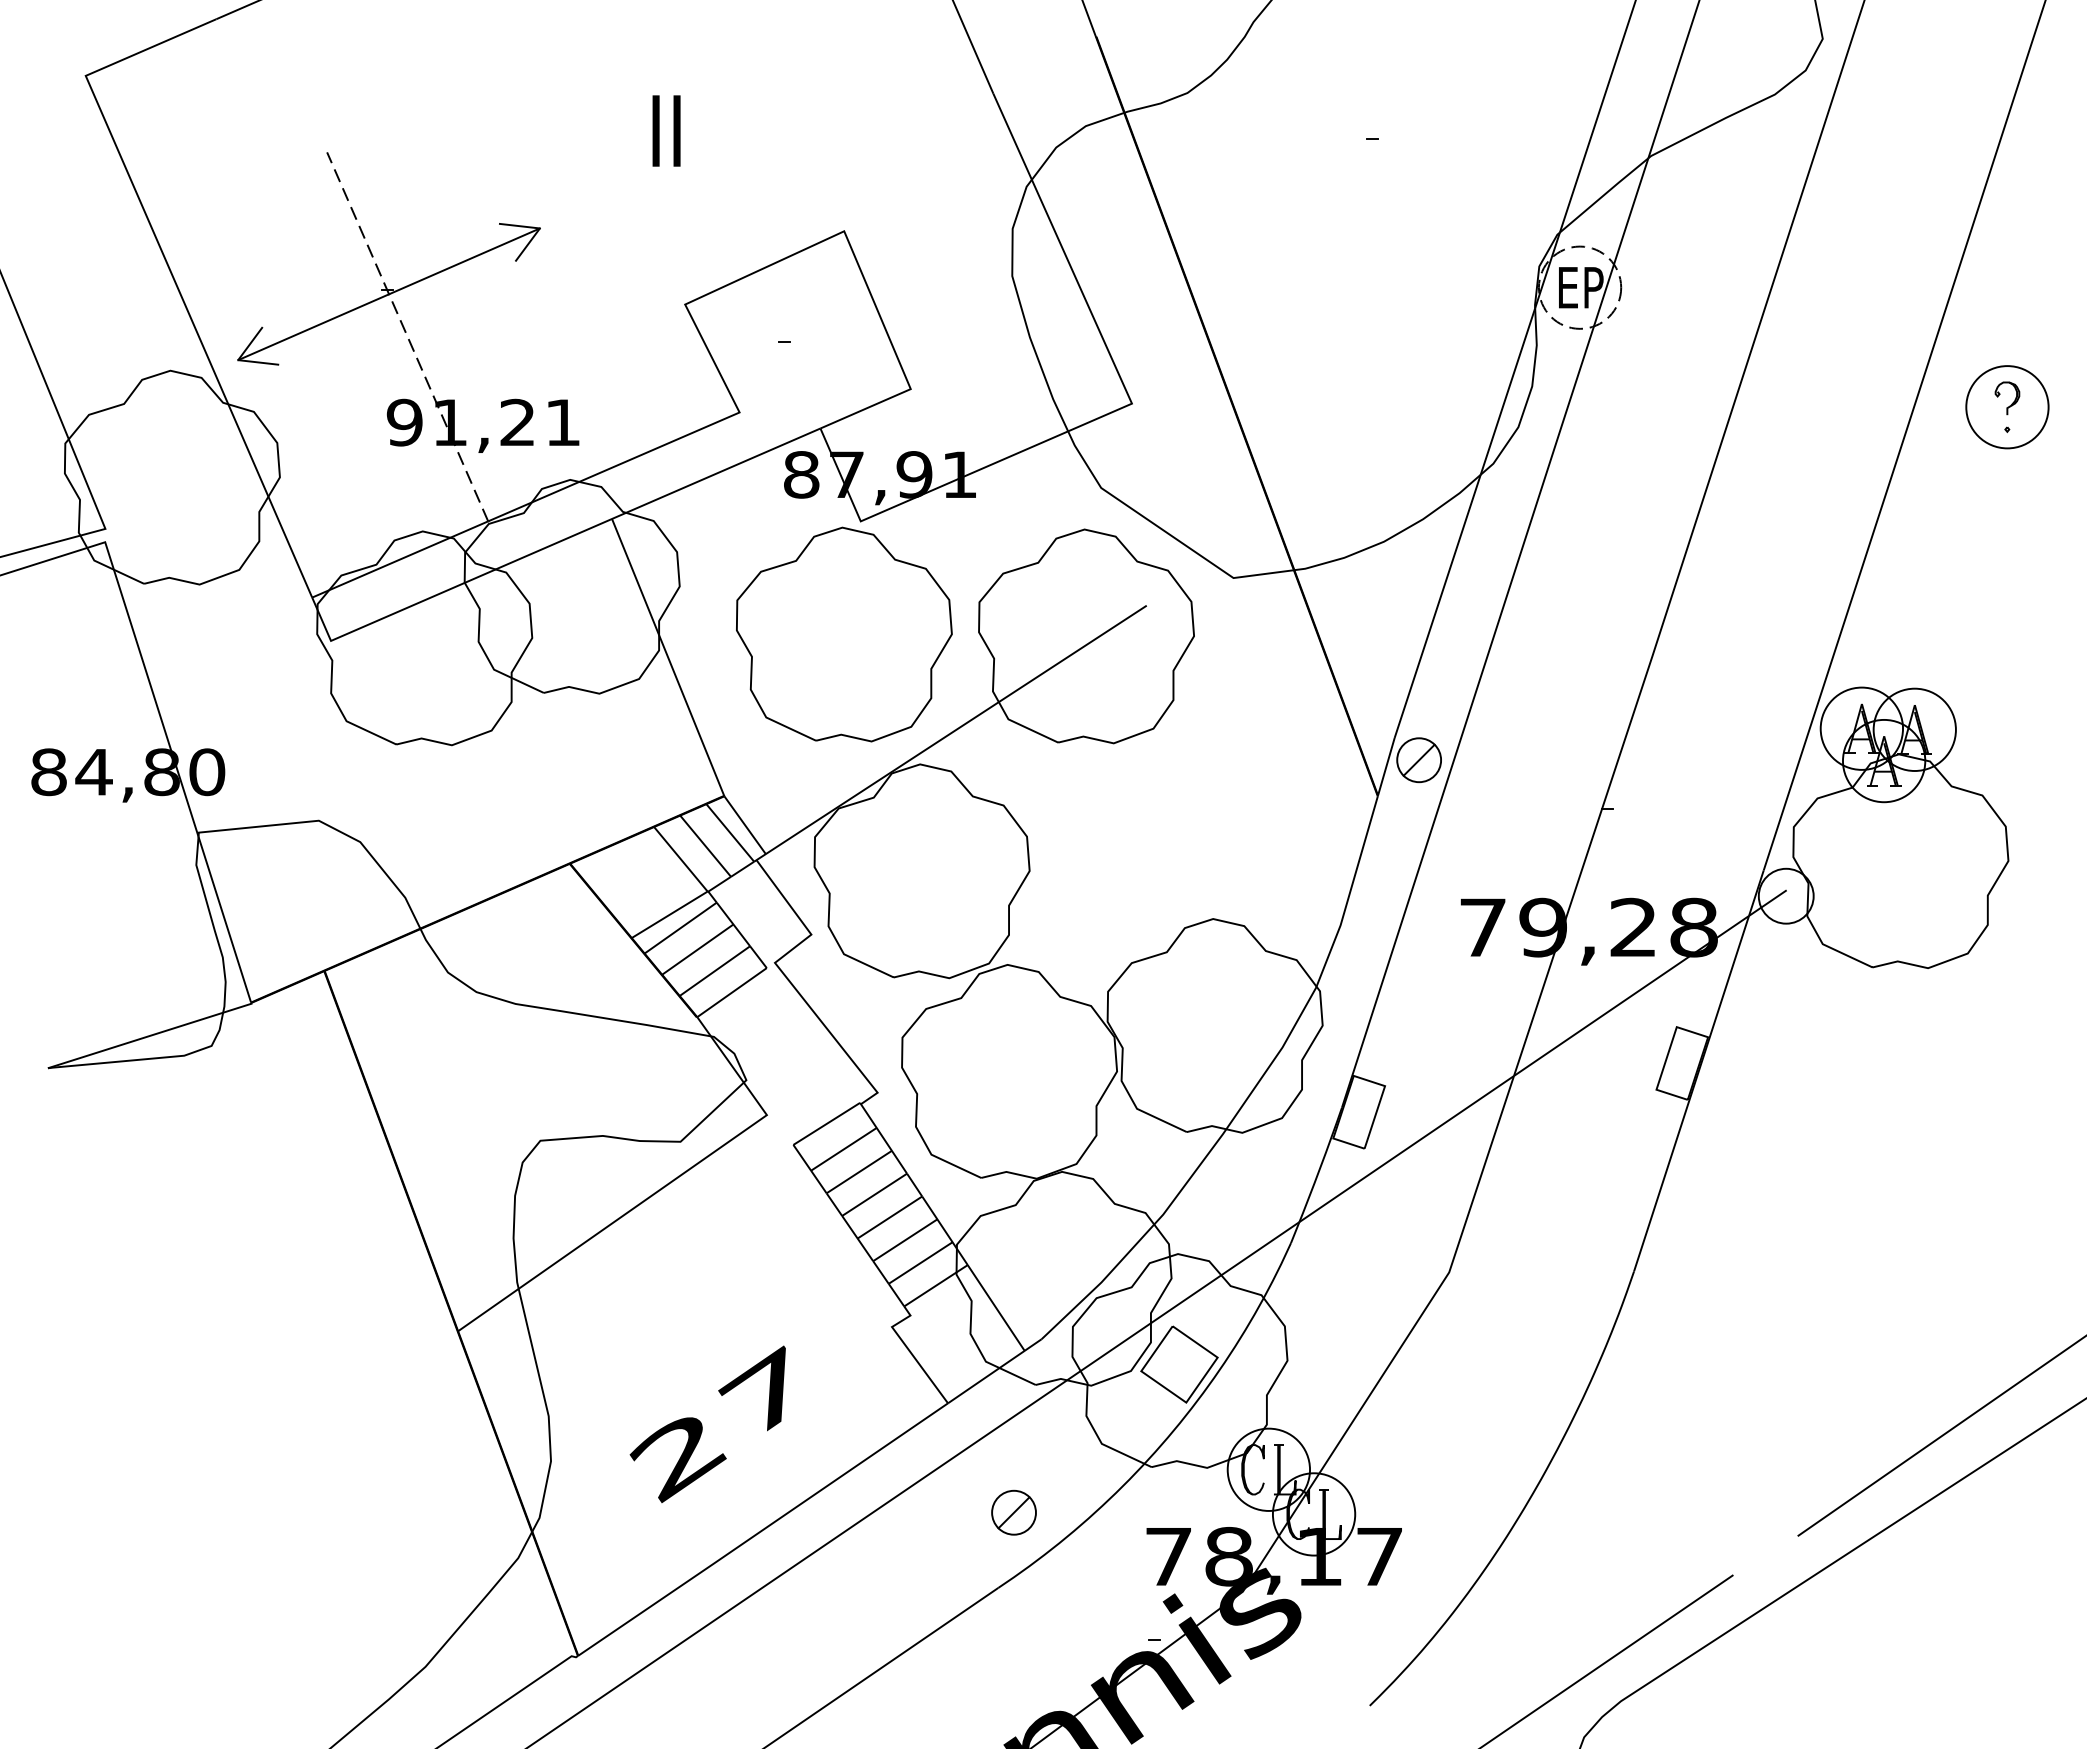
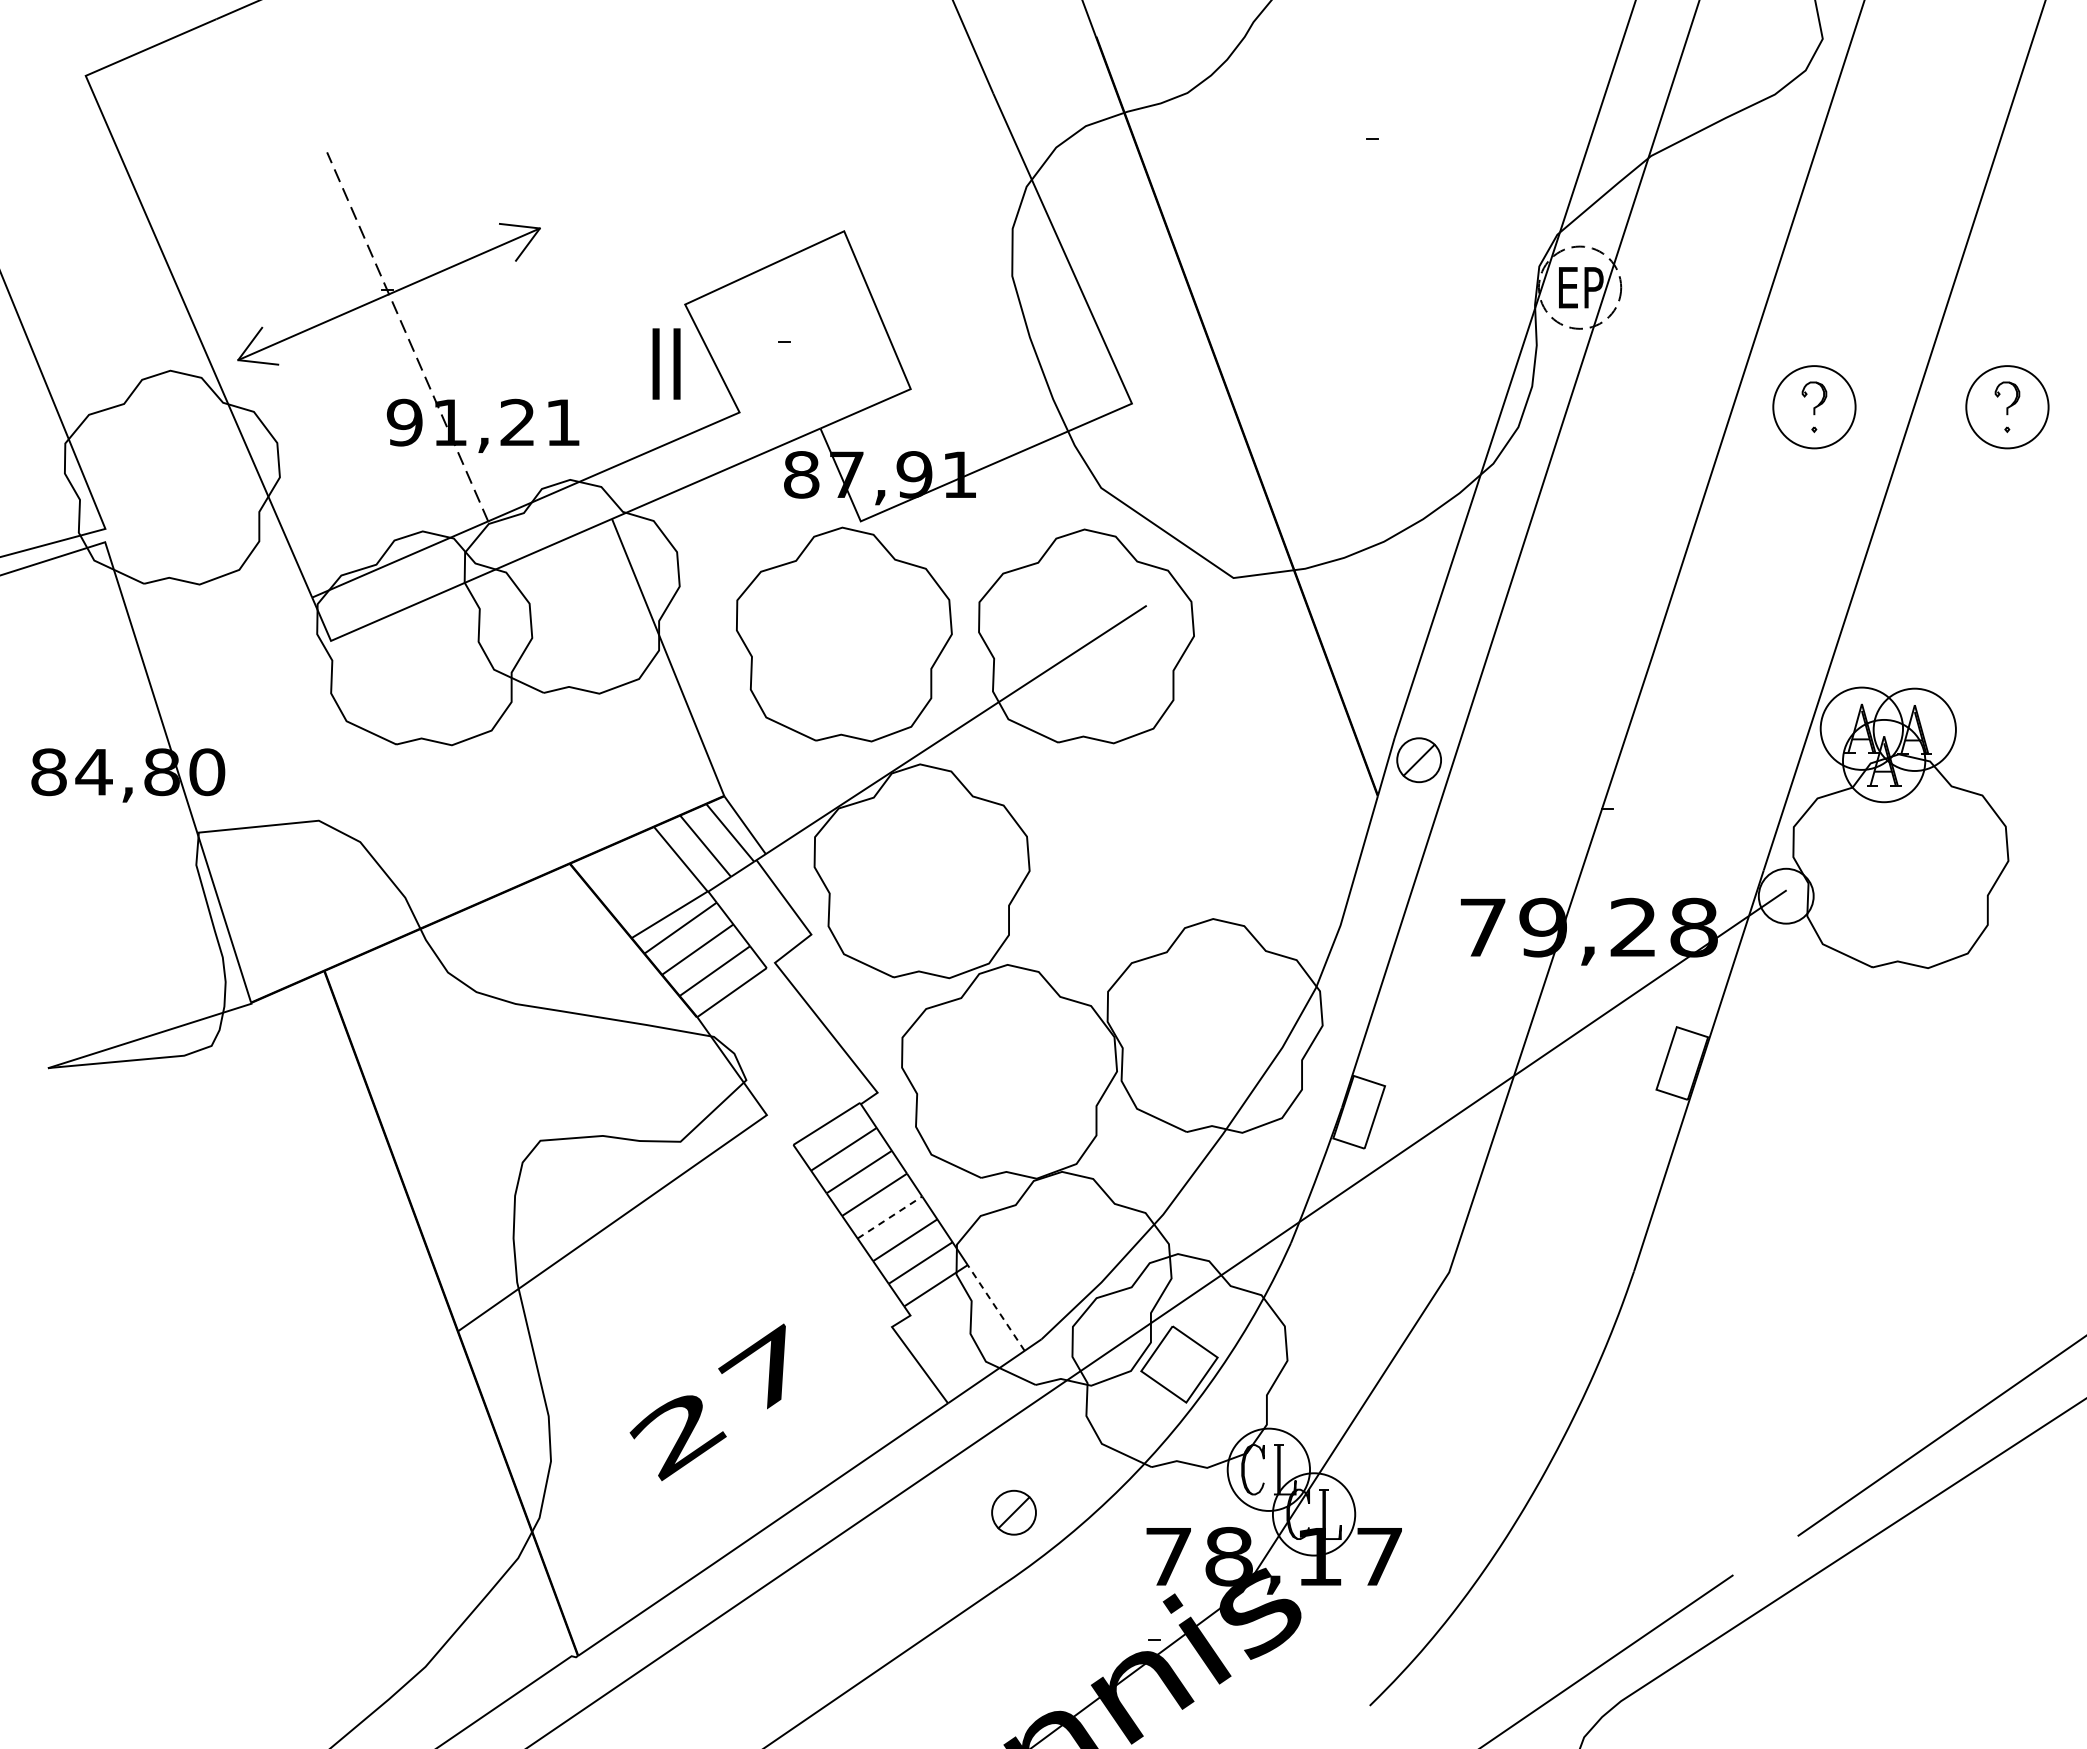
text at (666, 130) position: (666, 130) -> (666, 363)
part at (1814, 407): none -> present
line at (889, 1217): solid -> dashed
line at (995, 1307): solid -> dashed
text at (707, 1423) position: (707, 1423) -> (707, 1401)
